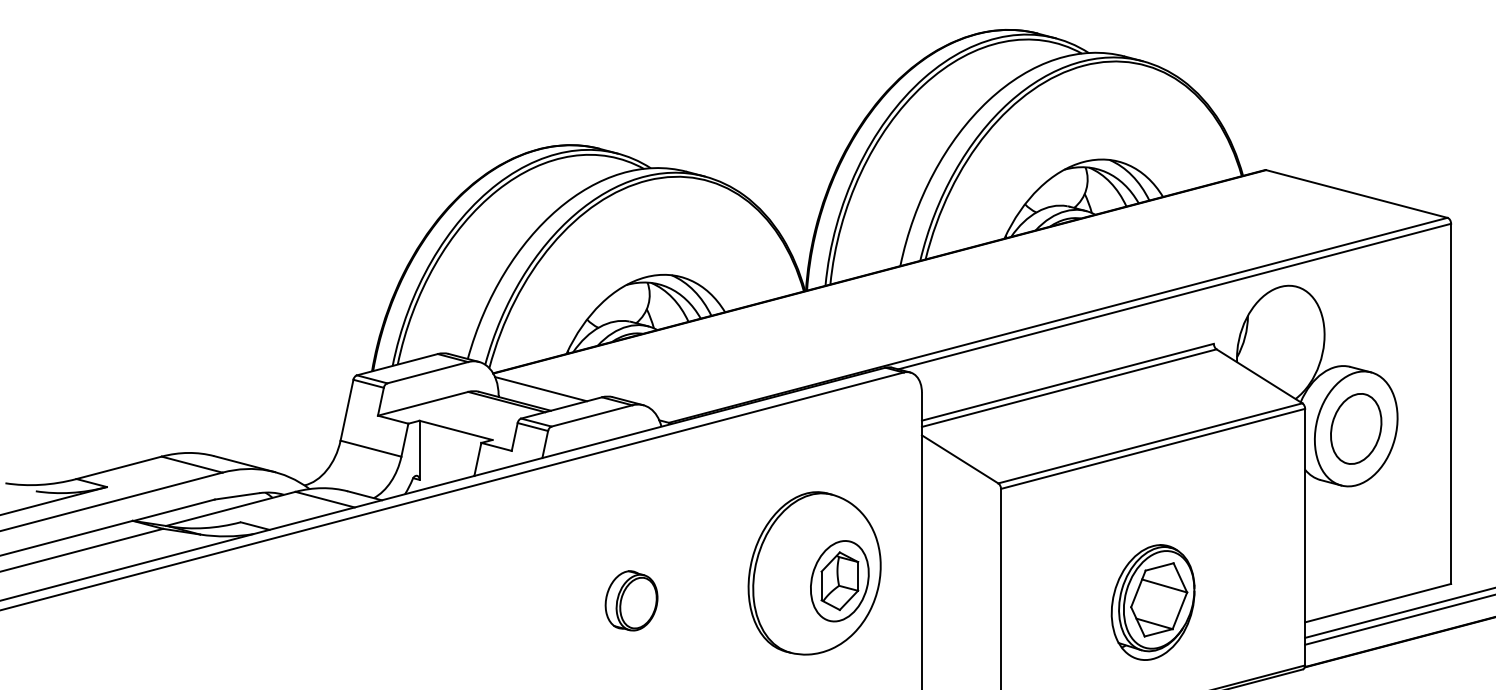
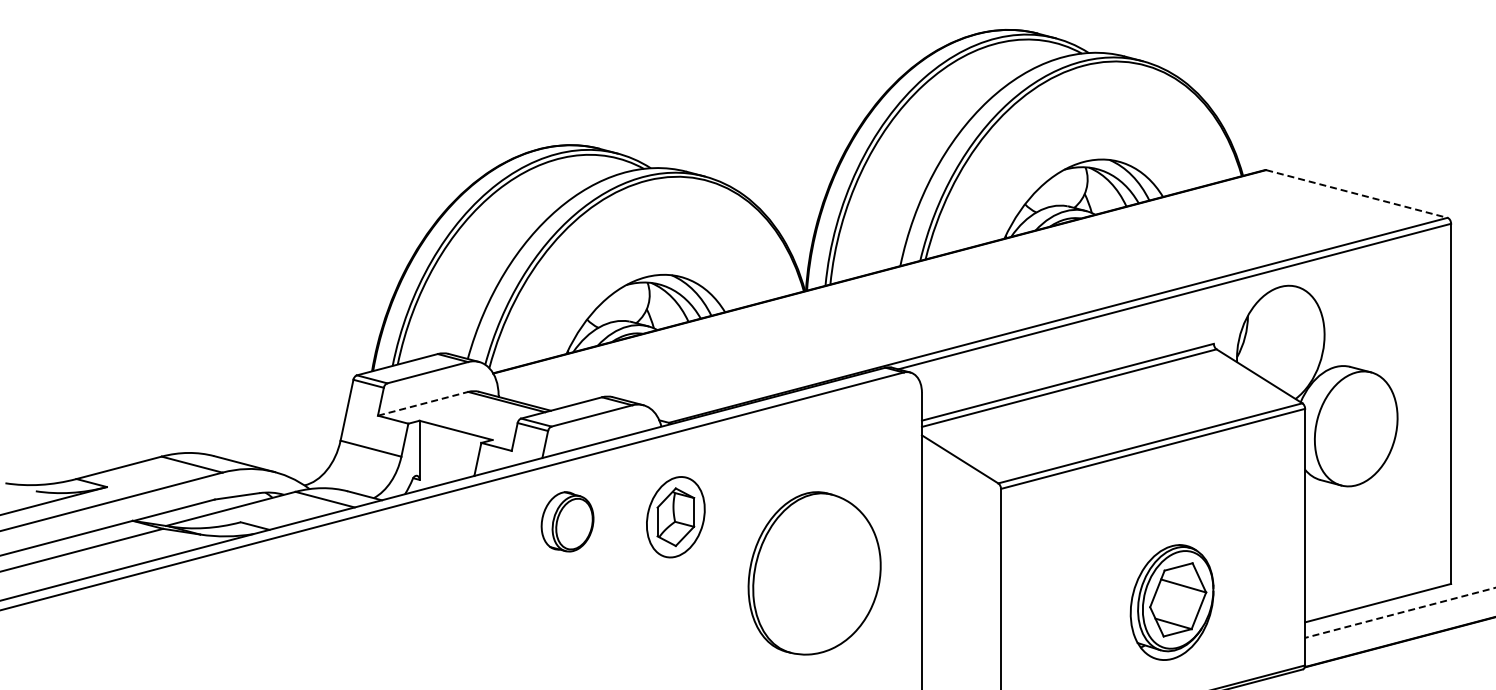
line at (1356, 194): solid -> dashed
line at (541, 389): present -> none
line at (423, 403): solid -> dashed
part at (1356, 428): present -> none
part at (839, 581) position: (839, 581) -> (675, 517)
part at (631, 600) position: (631, 600) -> (567, 521)
part at (1152, 602) position: (1152, 602) -> (1171, 602)
line at (1399, 612): solid -> dashed
line at (1398, 619): present -> none
